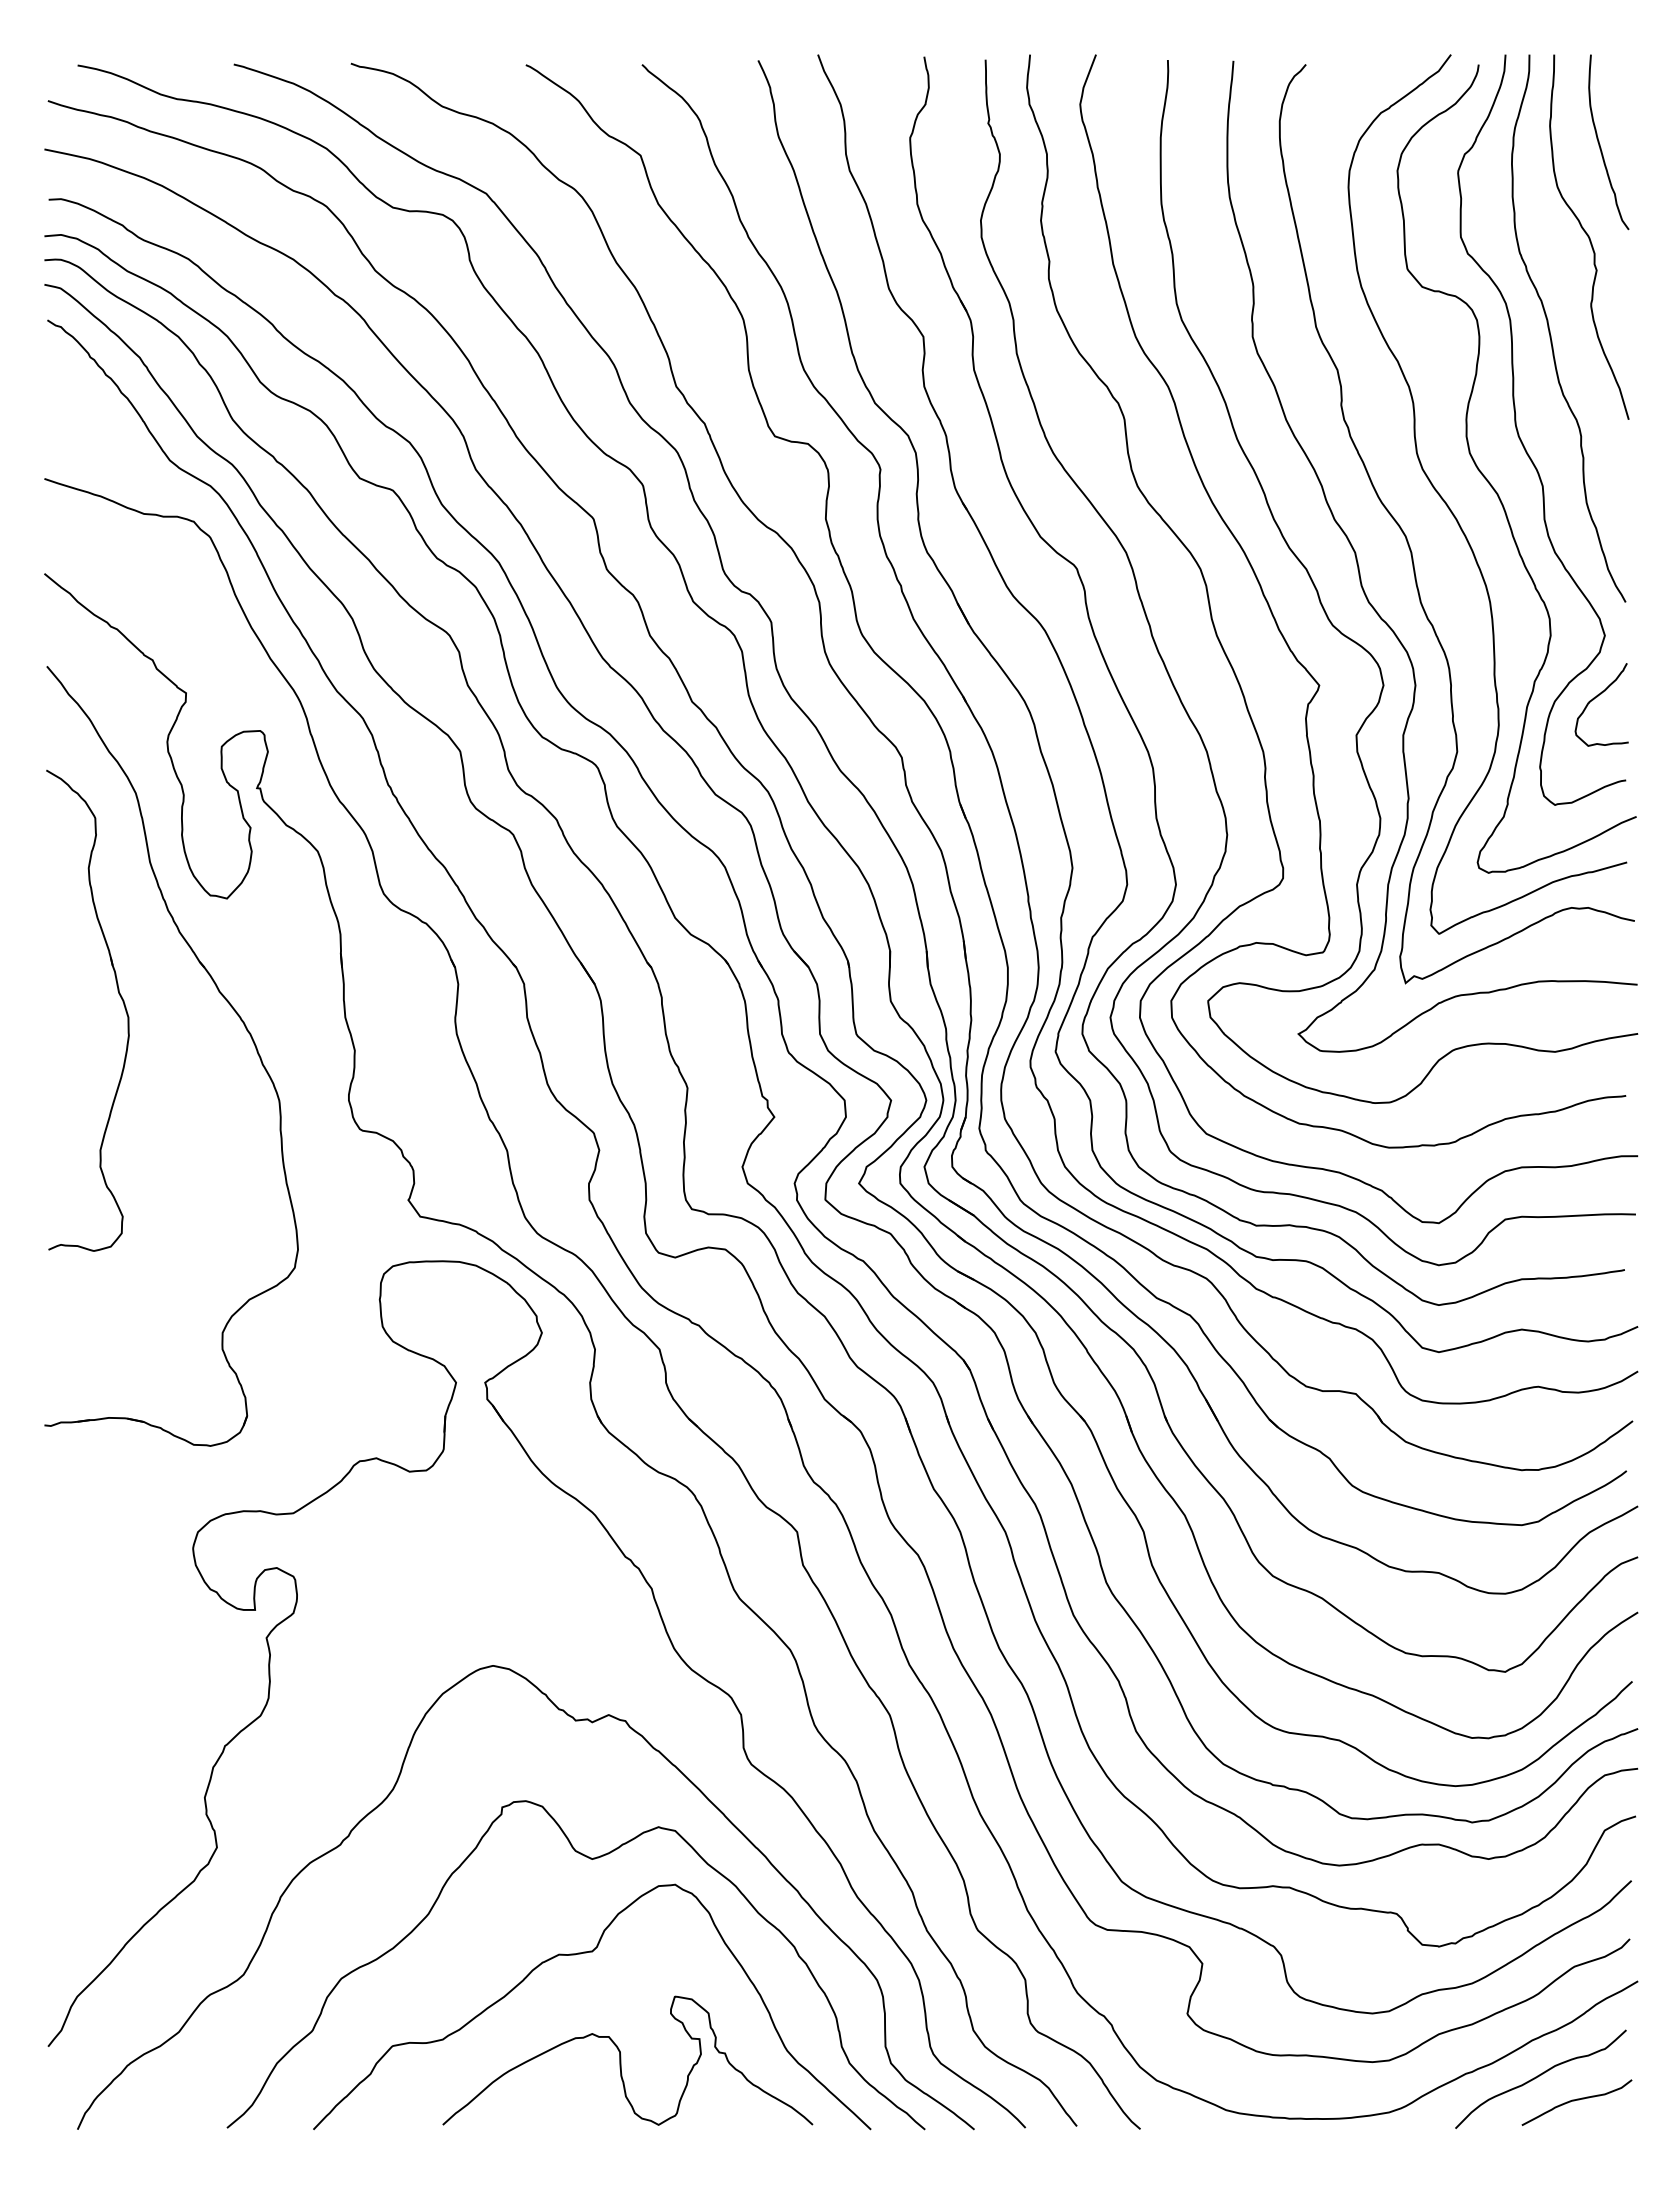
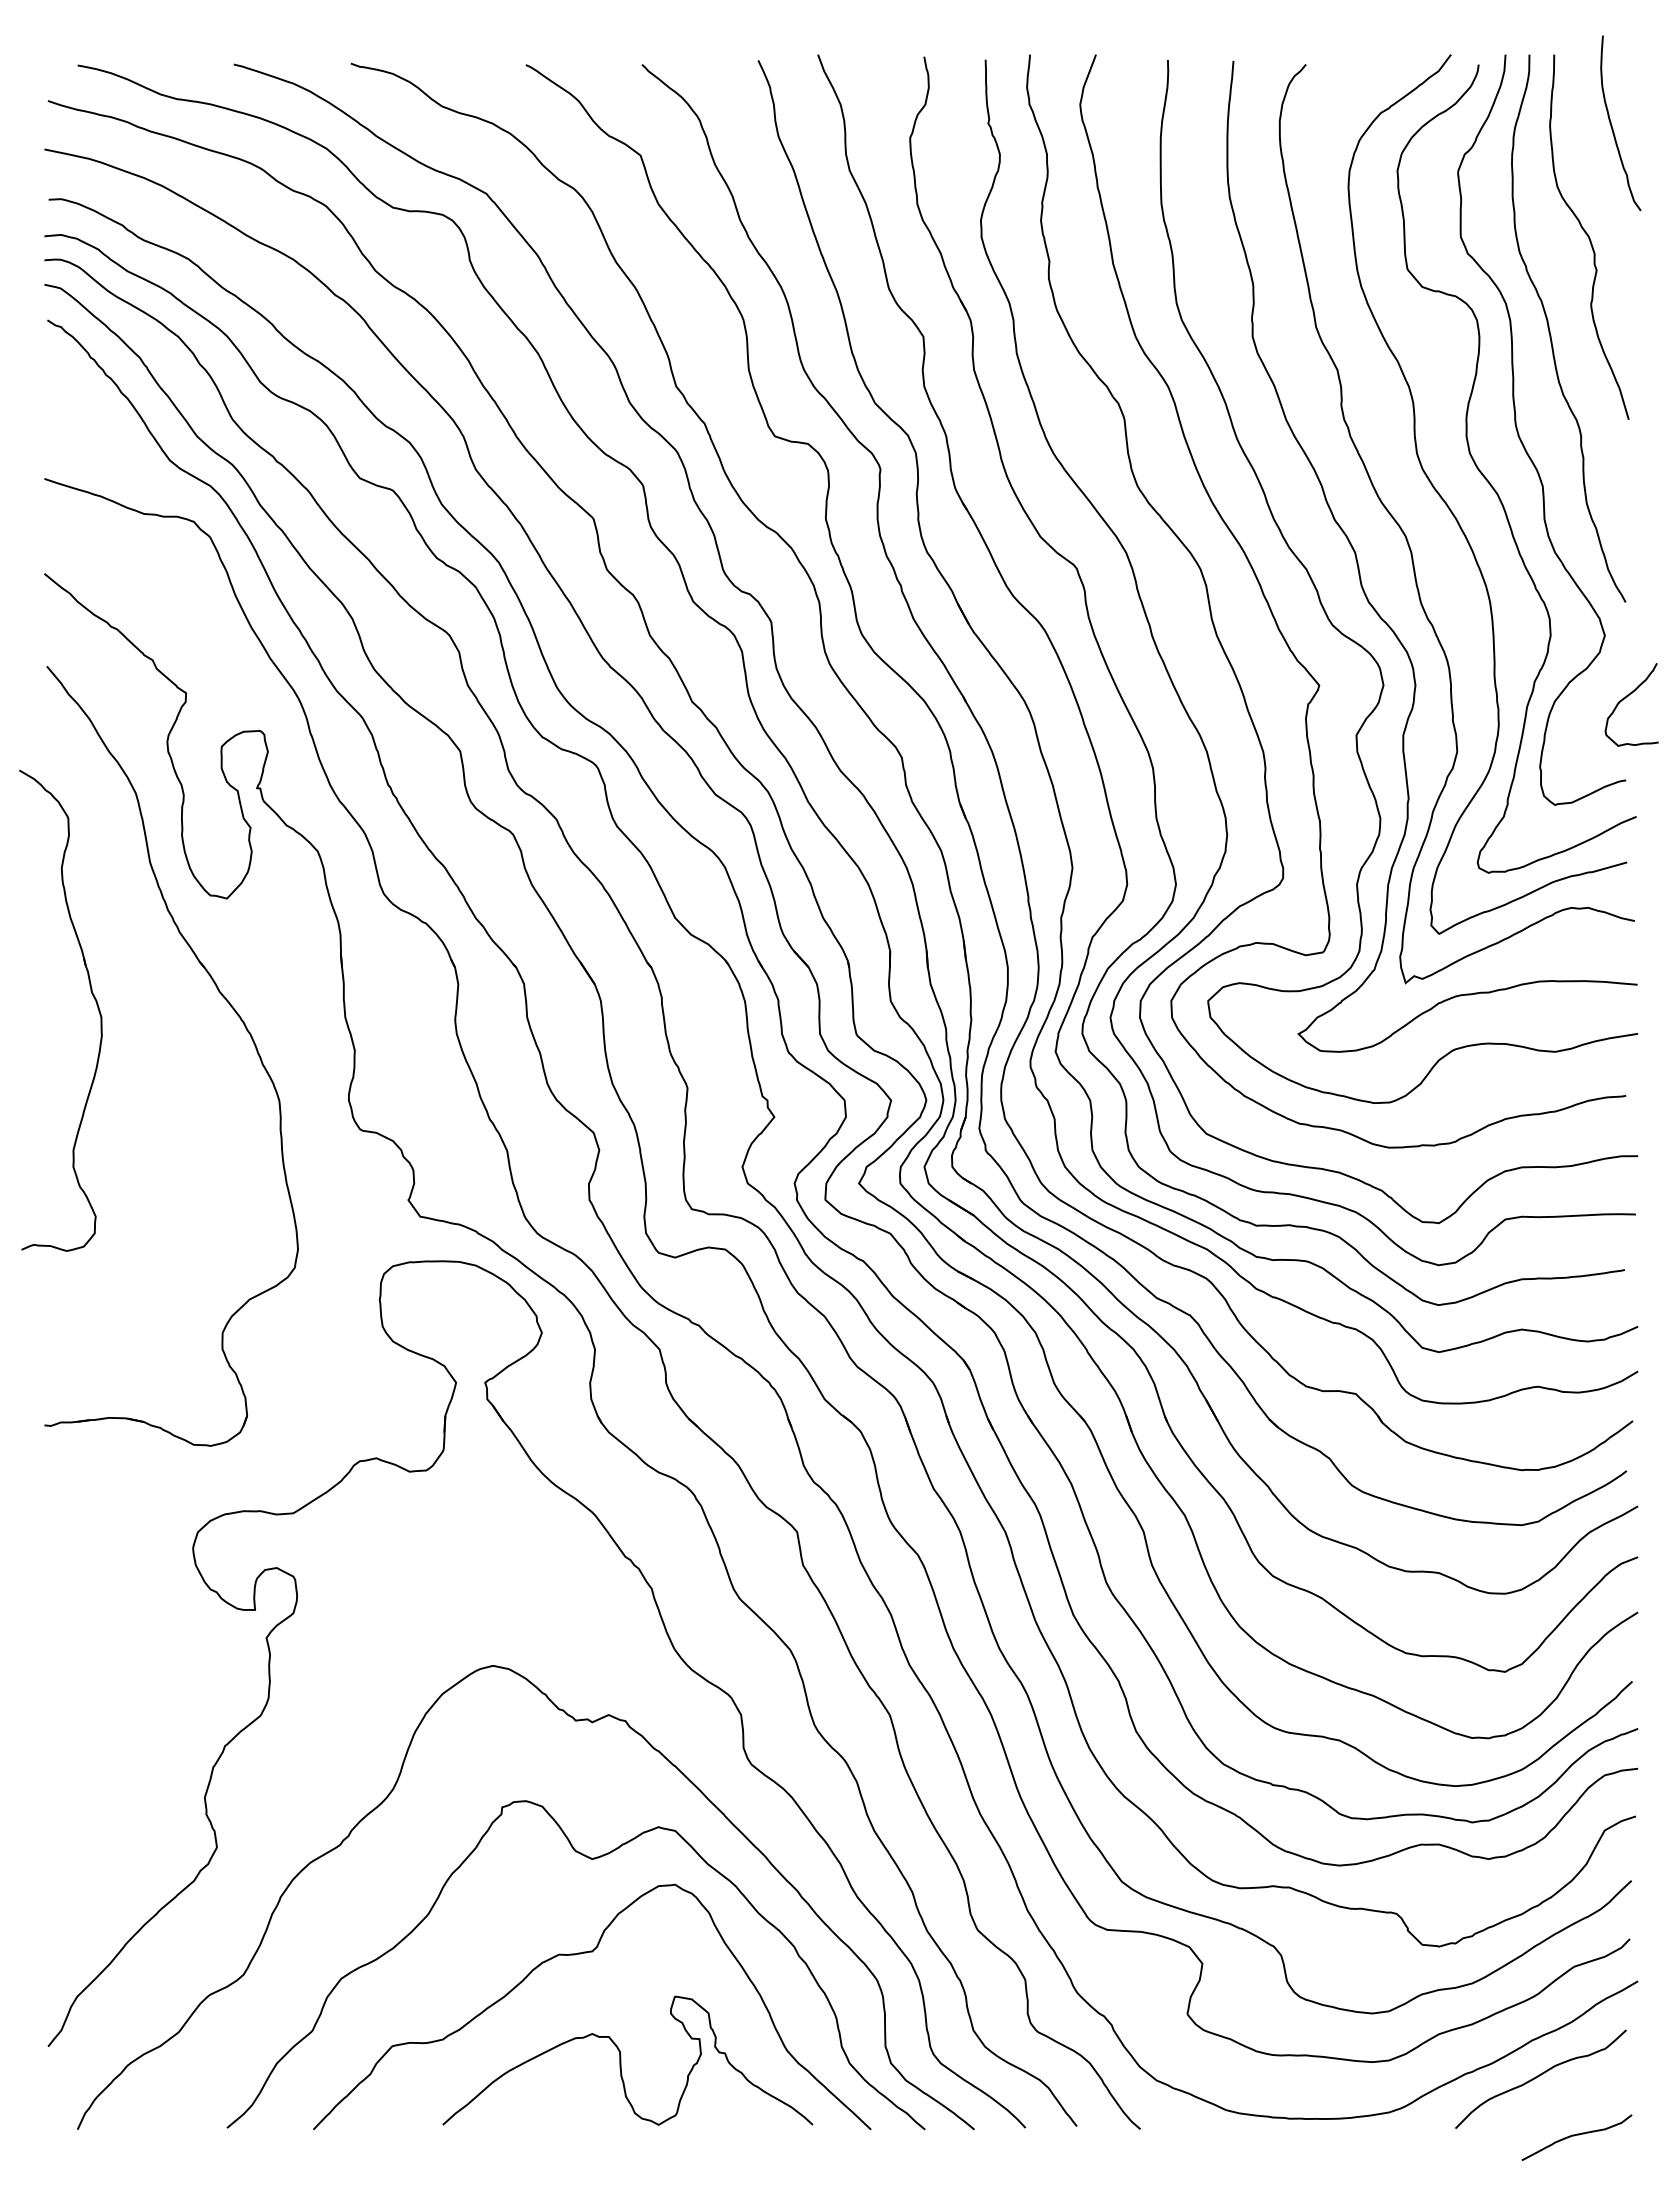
curve at (1600, 144) position: (1600, 144) -> (1612, 125)
curve at (1597, 697) position: (1597, 697) -> (1627, 697)
part at (119, 995) position: (119, 995) -> (92, 995)
curve at (1576, 2100) position: (1576, 2100) -> (1576, 2135)
